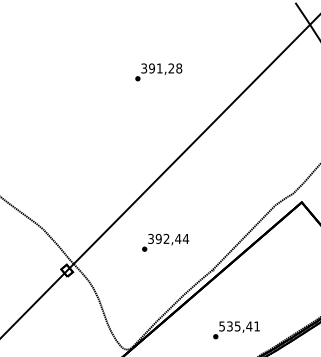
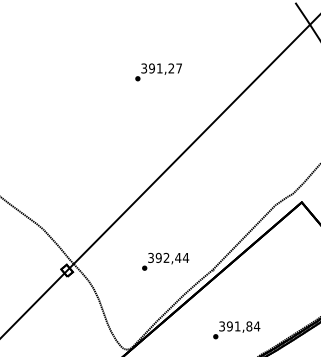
text at (179, 68): 391,28 -> 391,27
text at (165, 242) position: (165, 242) -> (165, 261)
text at (239, 326): 535,41 -> 391,84
